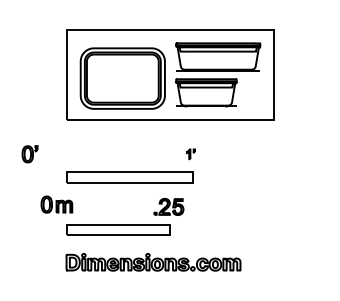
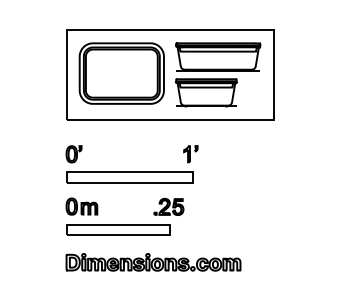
part at (122, 78) position: (122, 78) -> (121, 73)
part at (29, 154) position: (29, 154) -> (73, 154)
part at (190, 154) size: 10x13 px -> 16x19 px
part at (56, 204) position: (56, 204) -> (81, 206)
